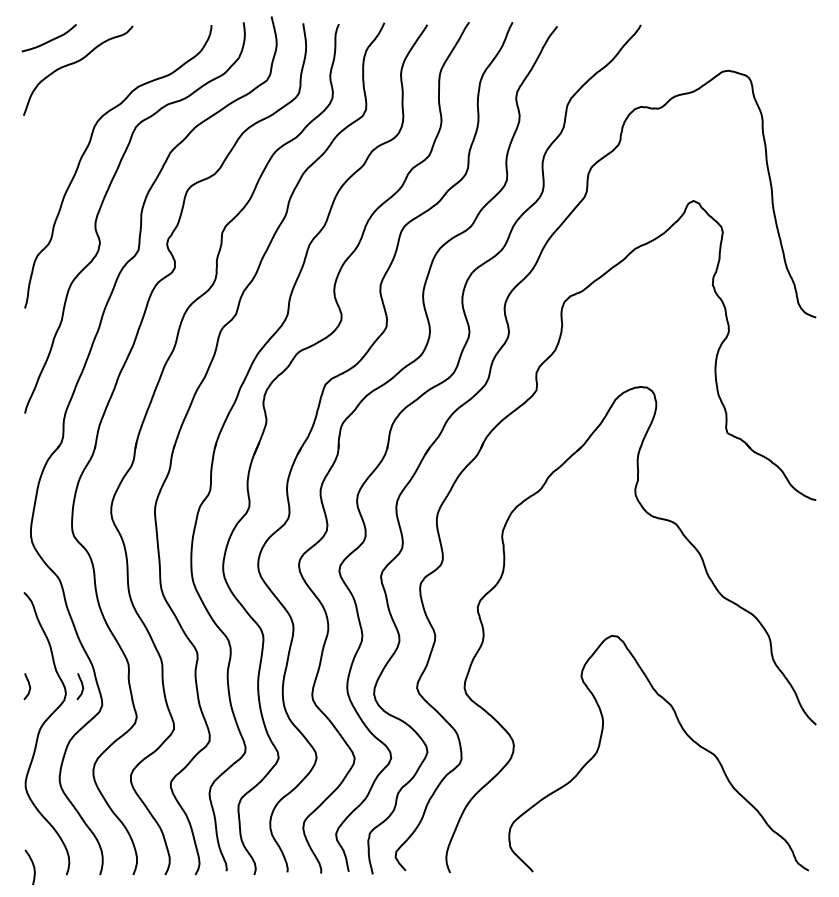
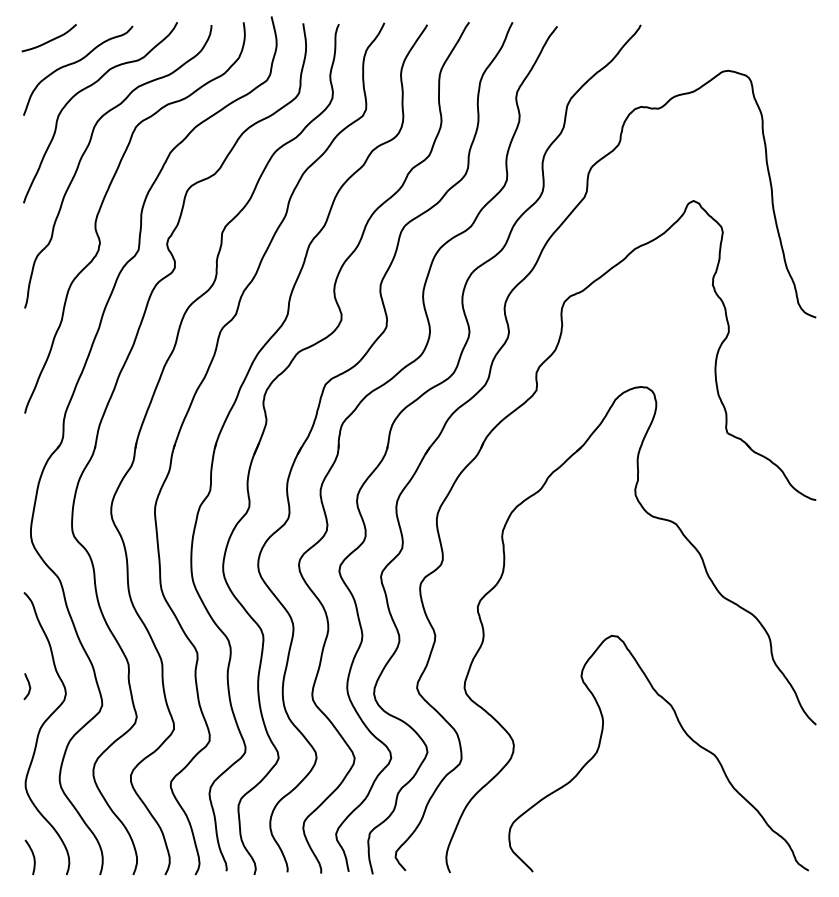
curve at (87, 88): none -> present
curve at (81, 686): present -> none
curve at (32, 865) position: (32, 865) -> (32, 855)
